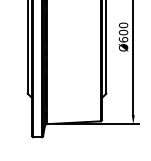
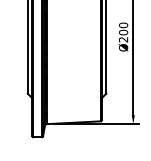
text at (123, 39): Ø600 -> Ø200
